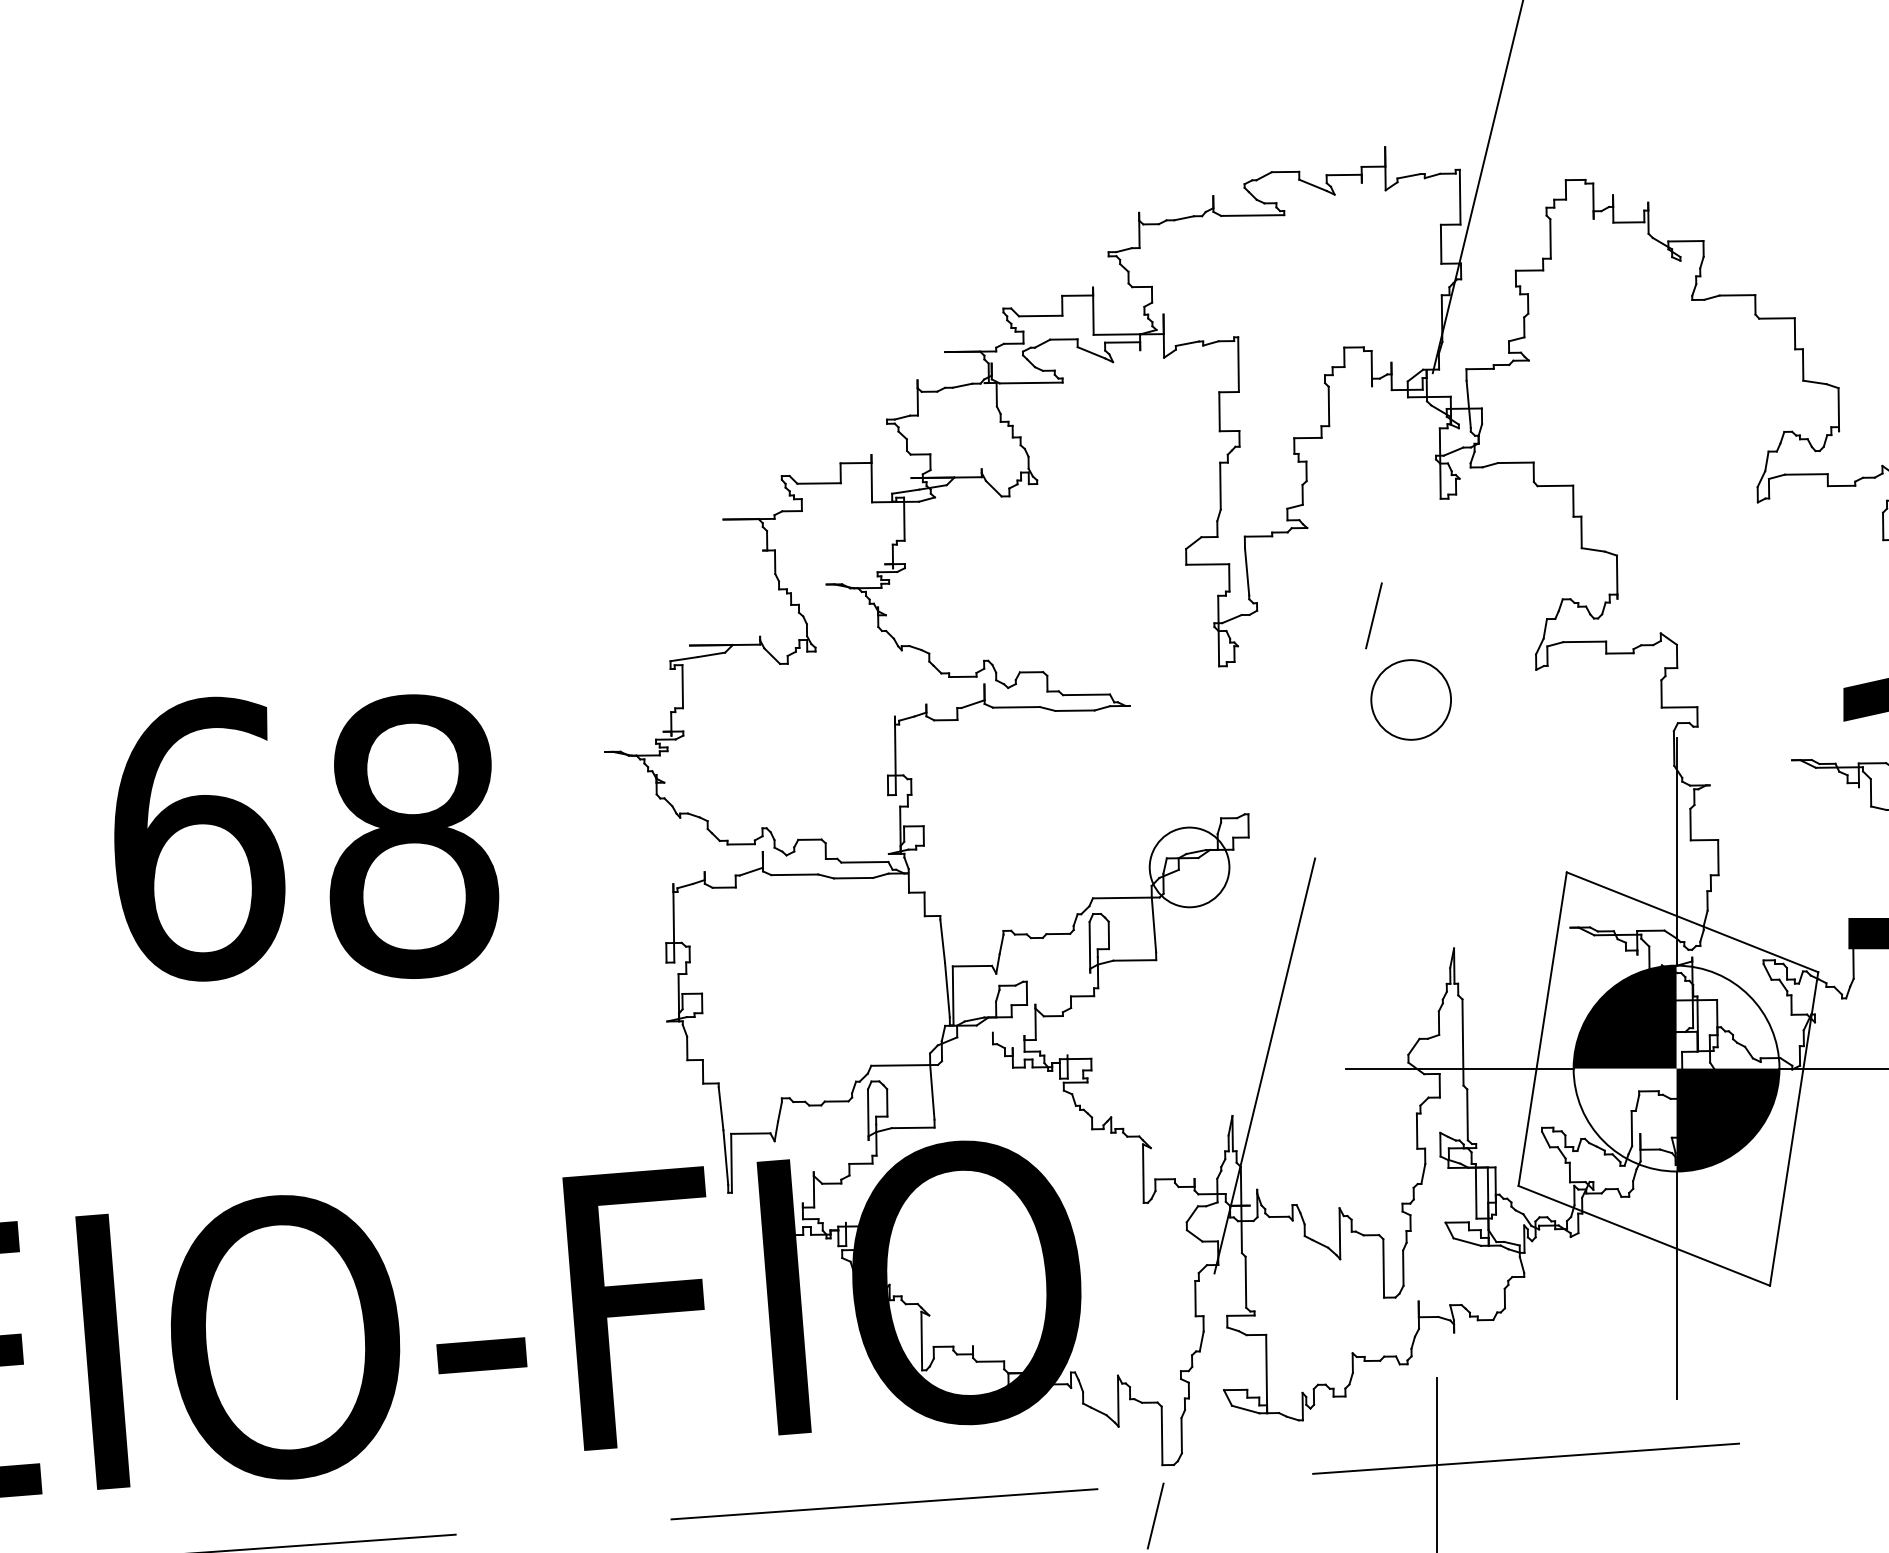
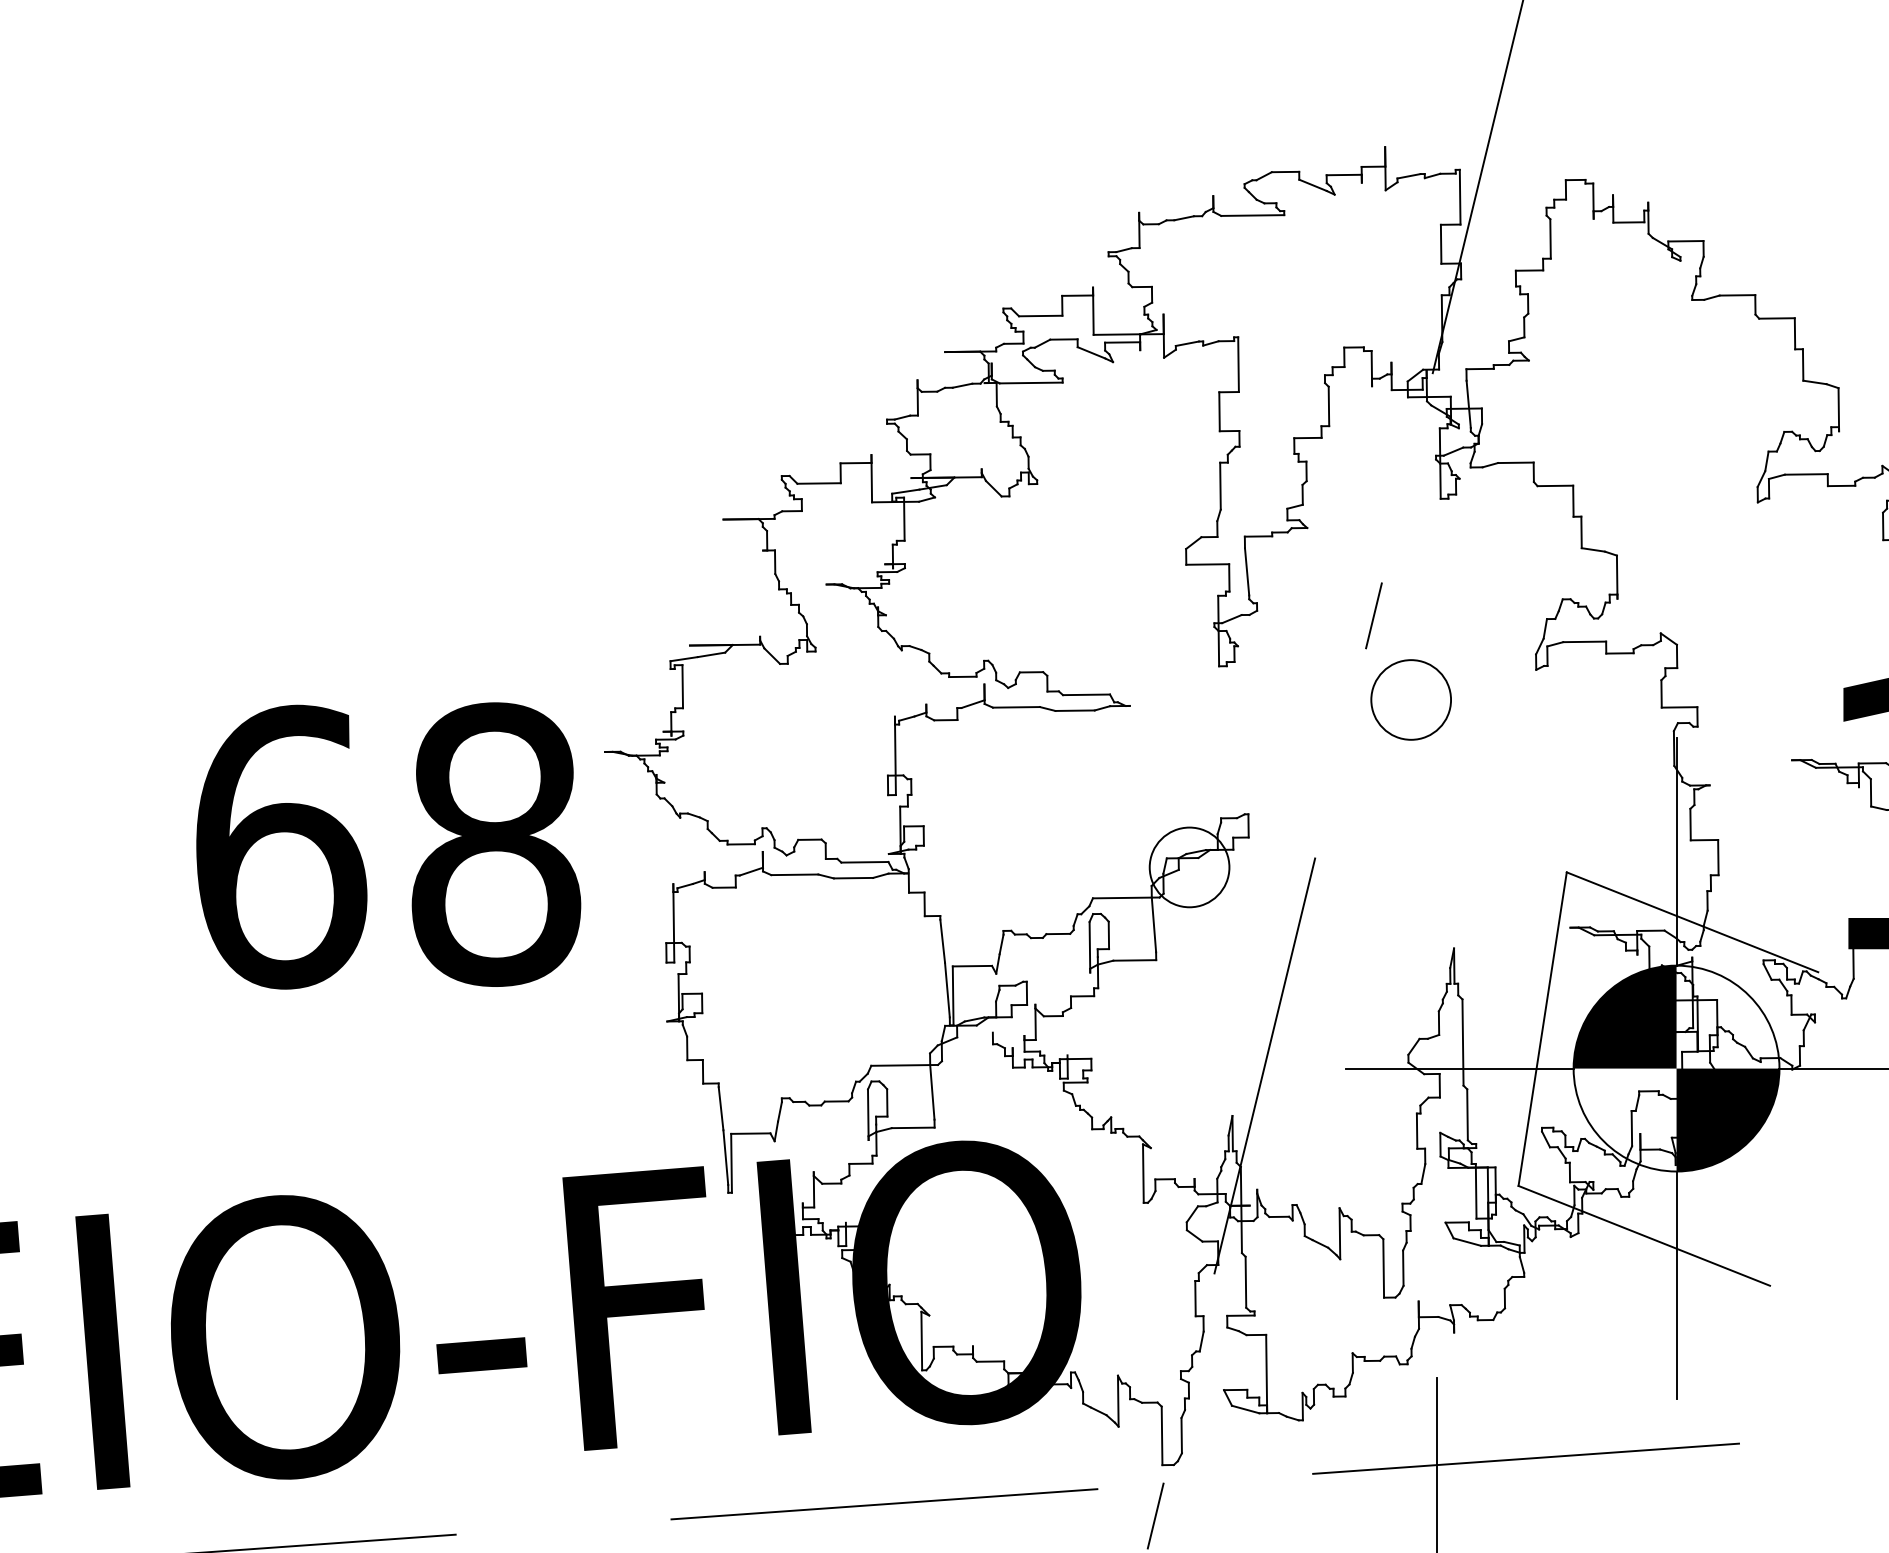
text at (306, 837) position: (306, 837) -> (388, 845)
line at (1794, 1128): present -> none
